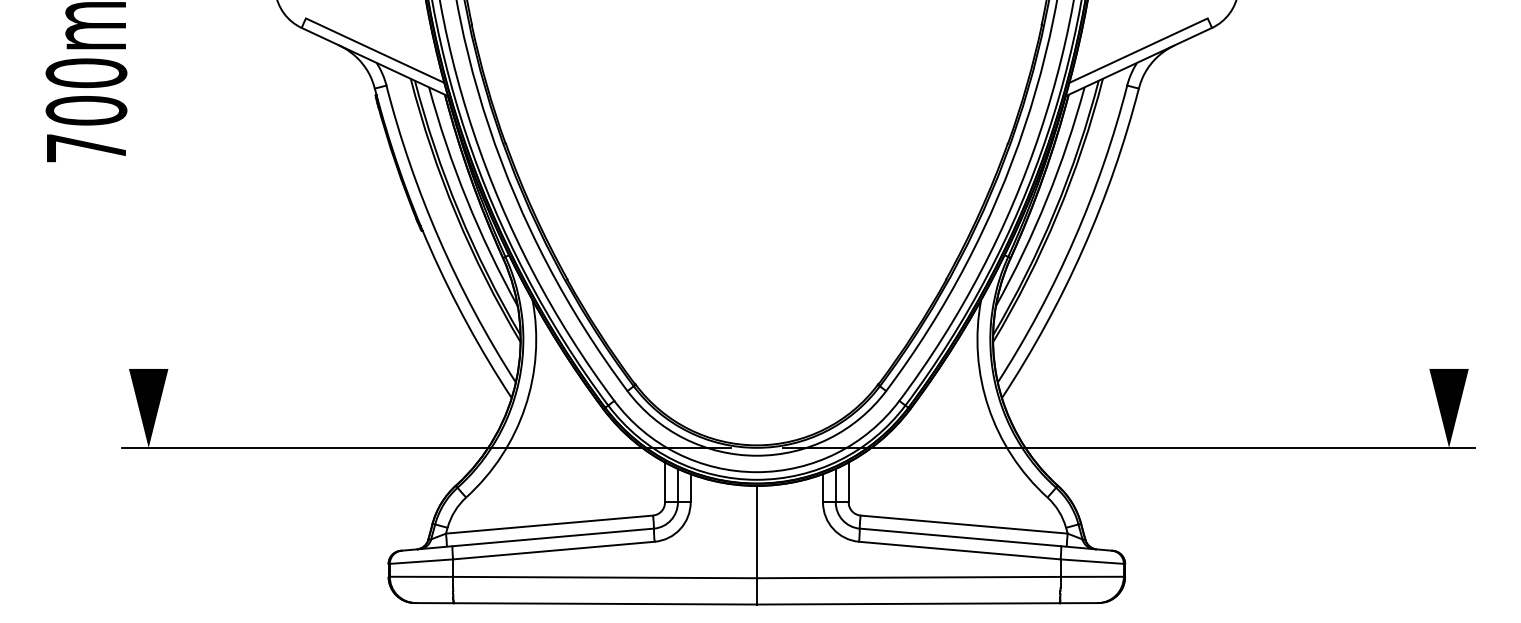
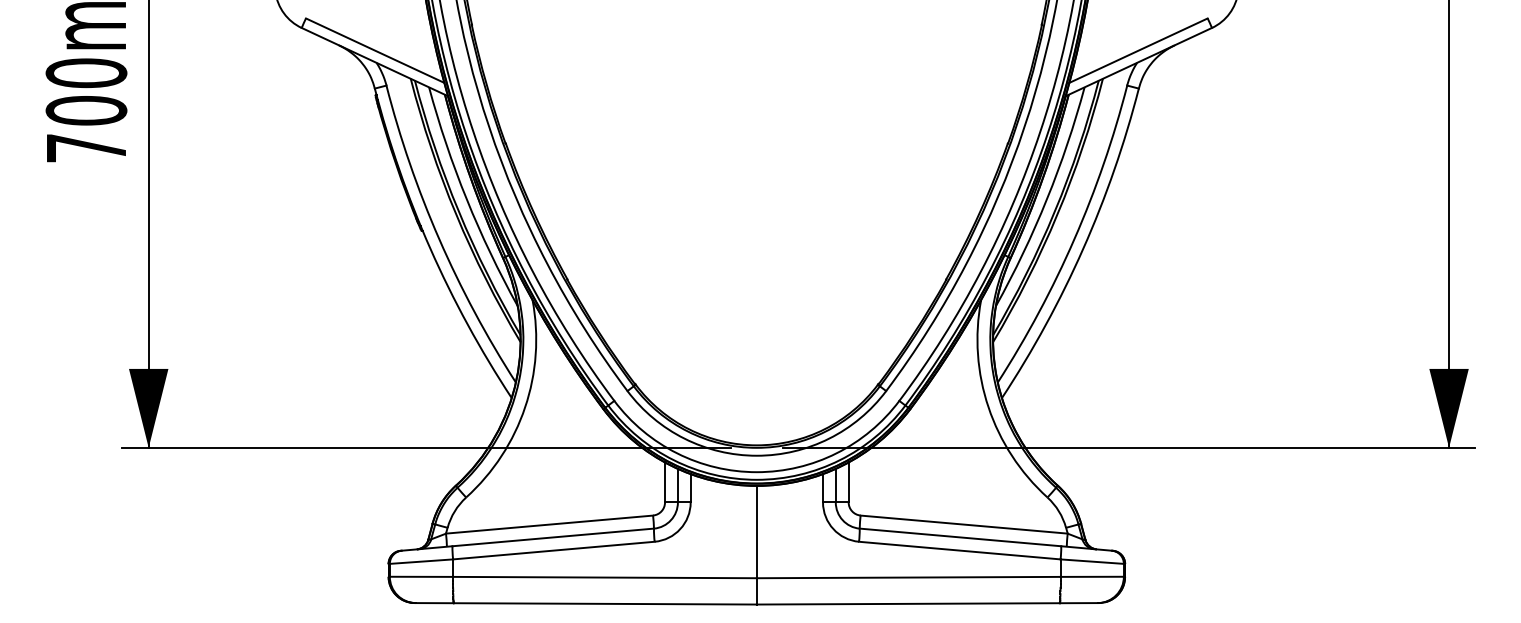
line at (148, 224): none -> present
line at (1449, 224): none -> present
